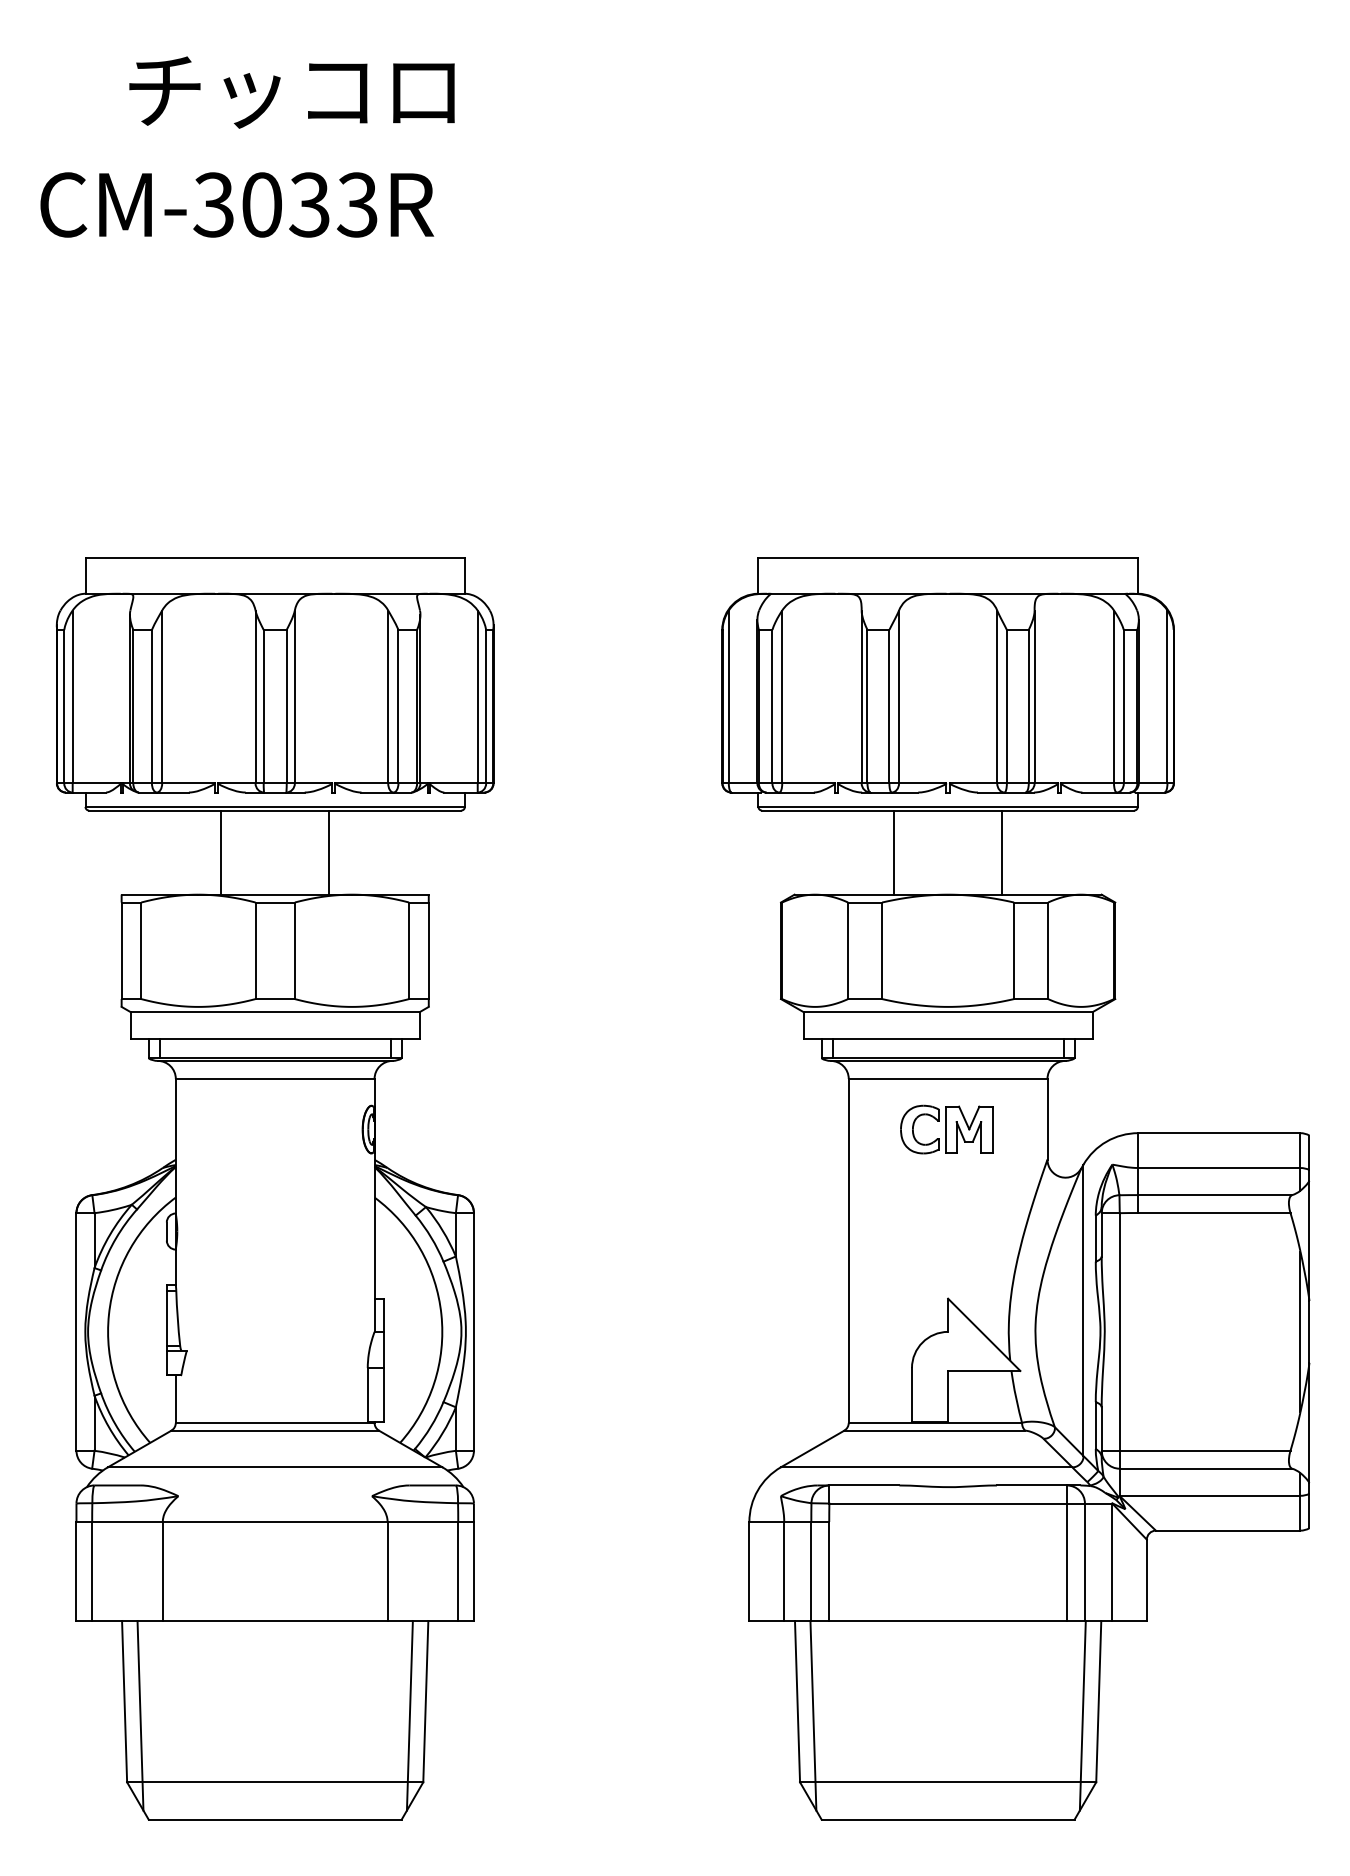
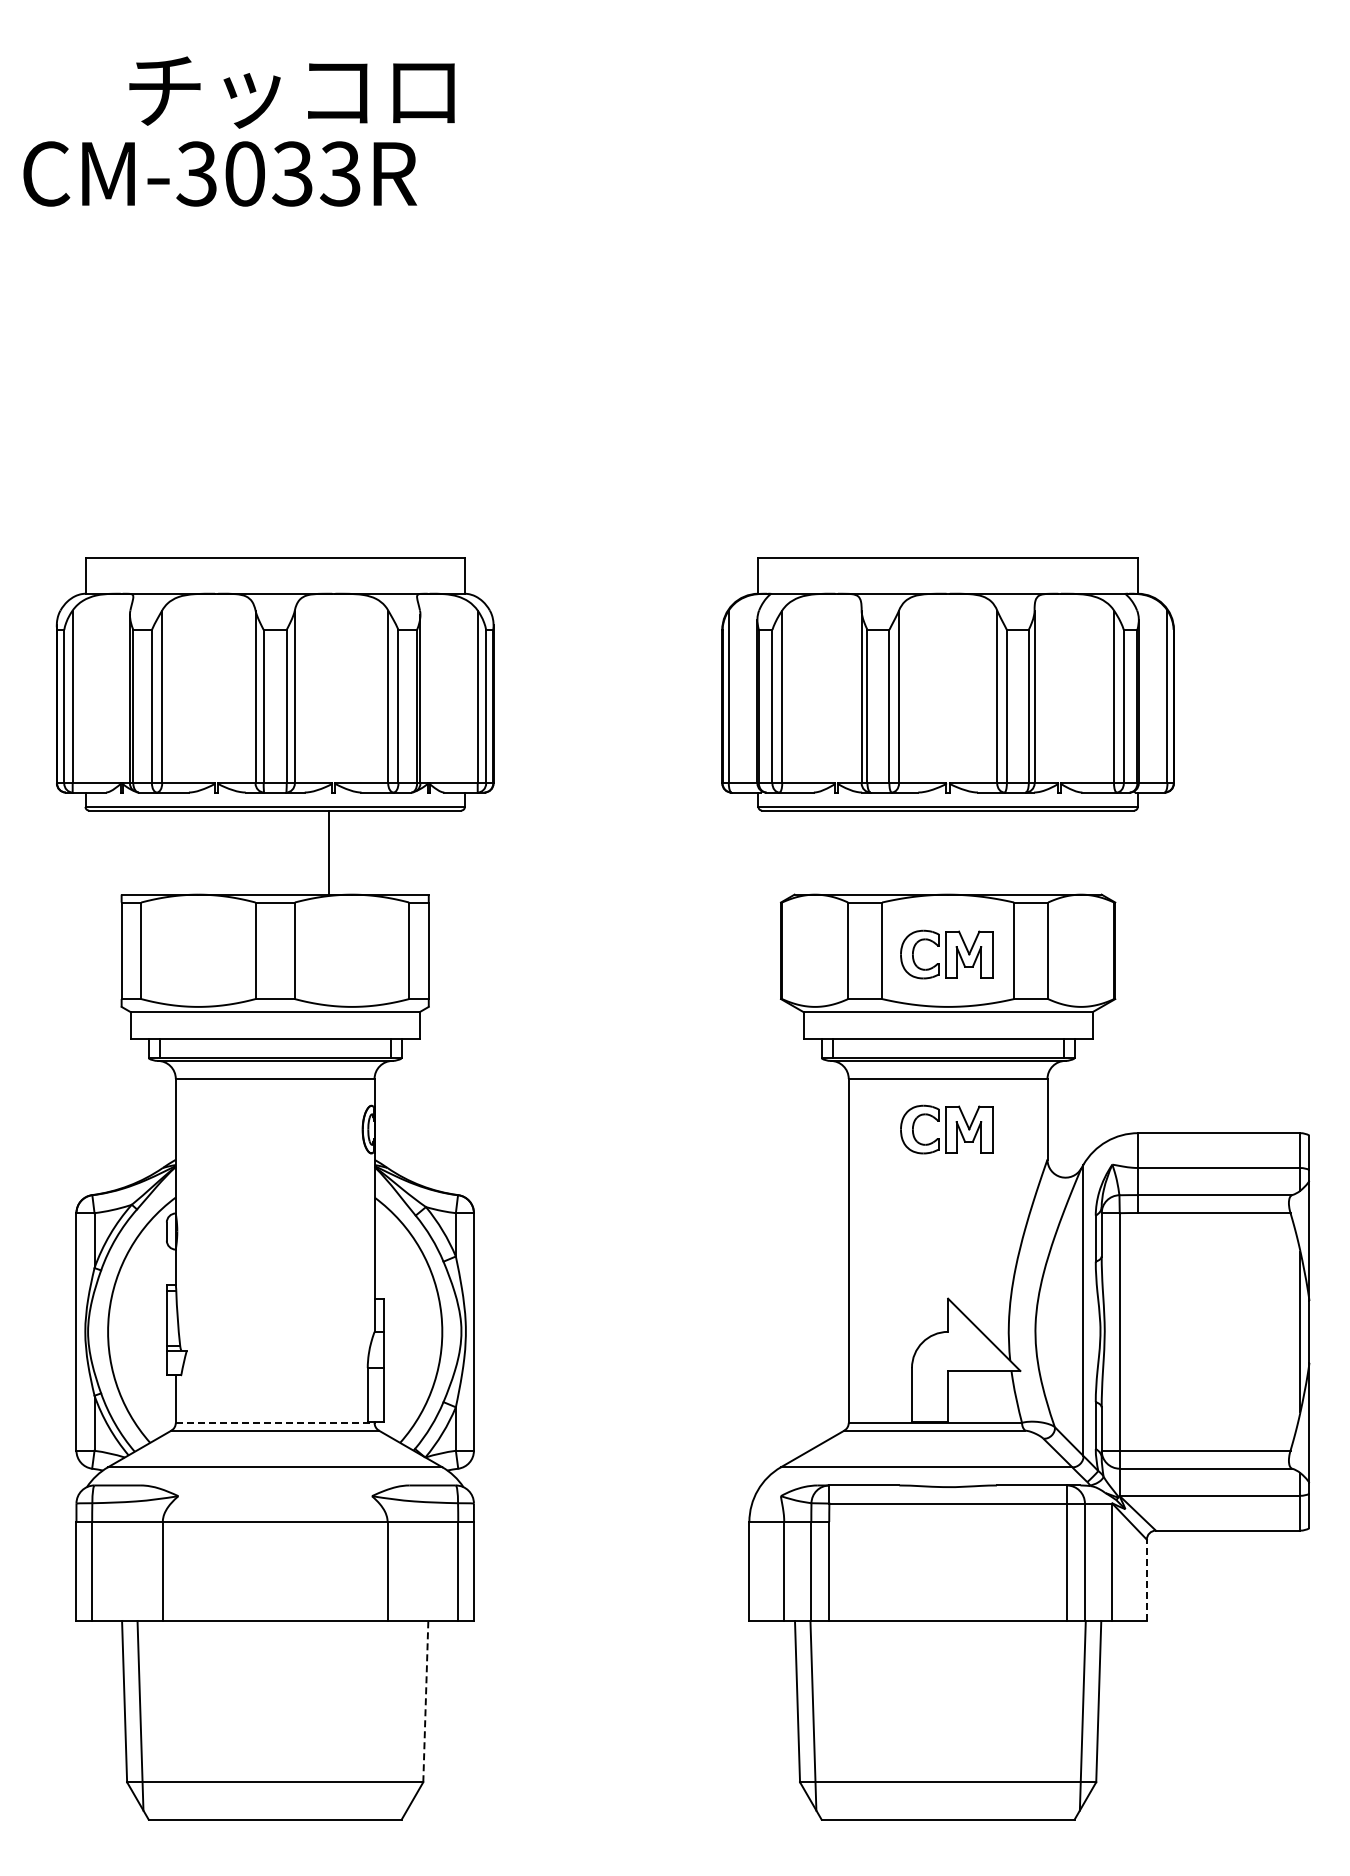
text at (237, 204) position: (237, 204) -> (220, 173)
line at (221, 852): present -> none
line at (893, 852): present -> none
line at (1002, 852): present -> none
part at (946, 954): none -> present
line at (275, 1422): solid -> dashed
line at (1146, 1580): solid -> dashed
line at (425, 1701): solid -> dashed
line at (409, 1715): present -> none
